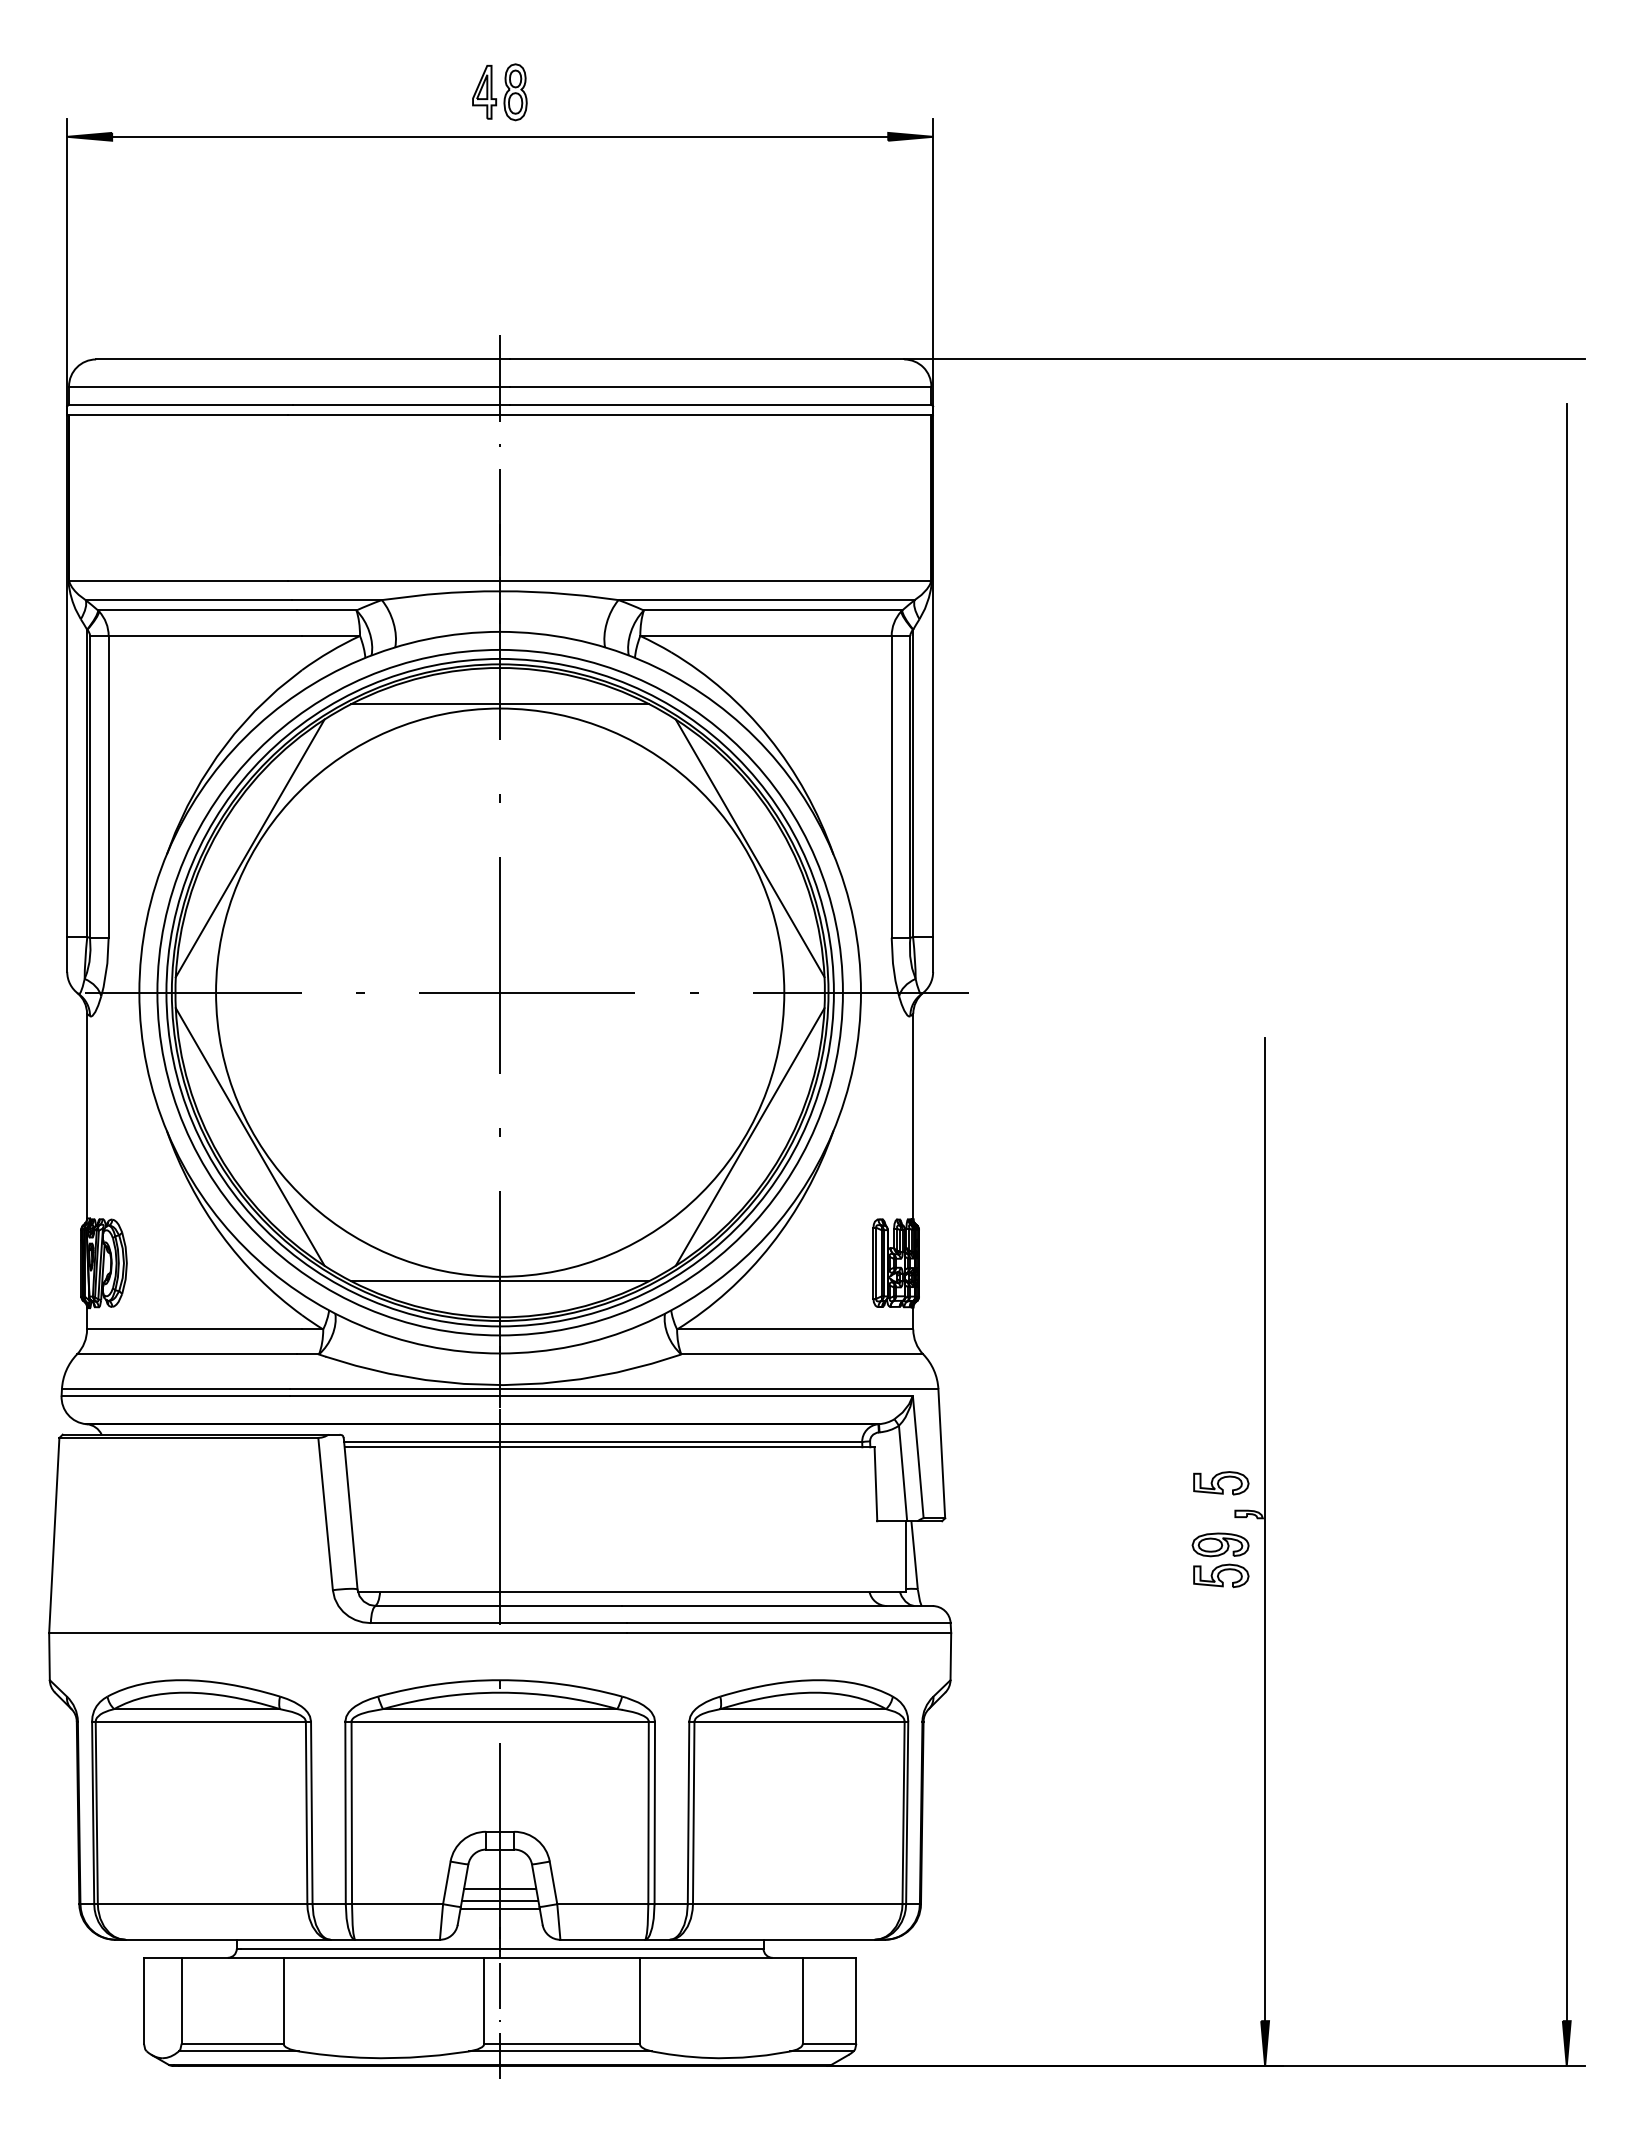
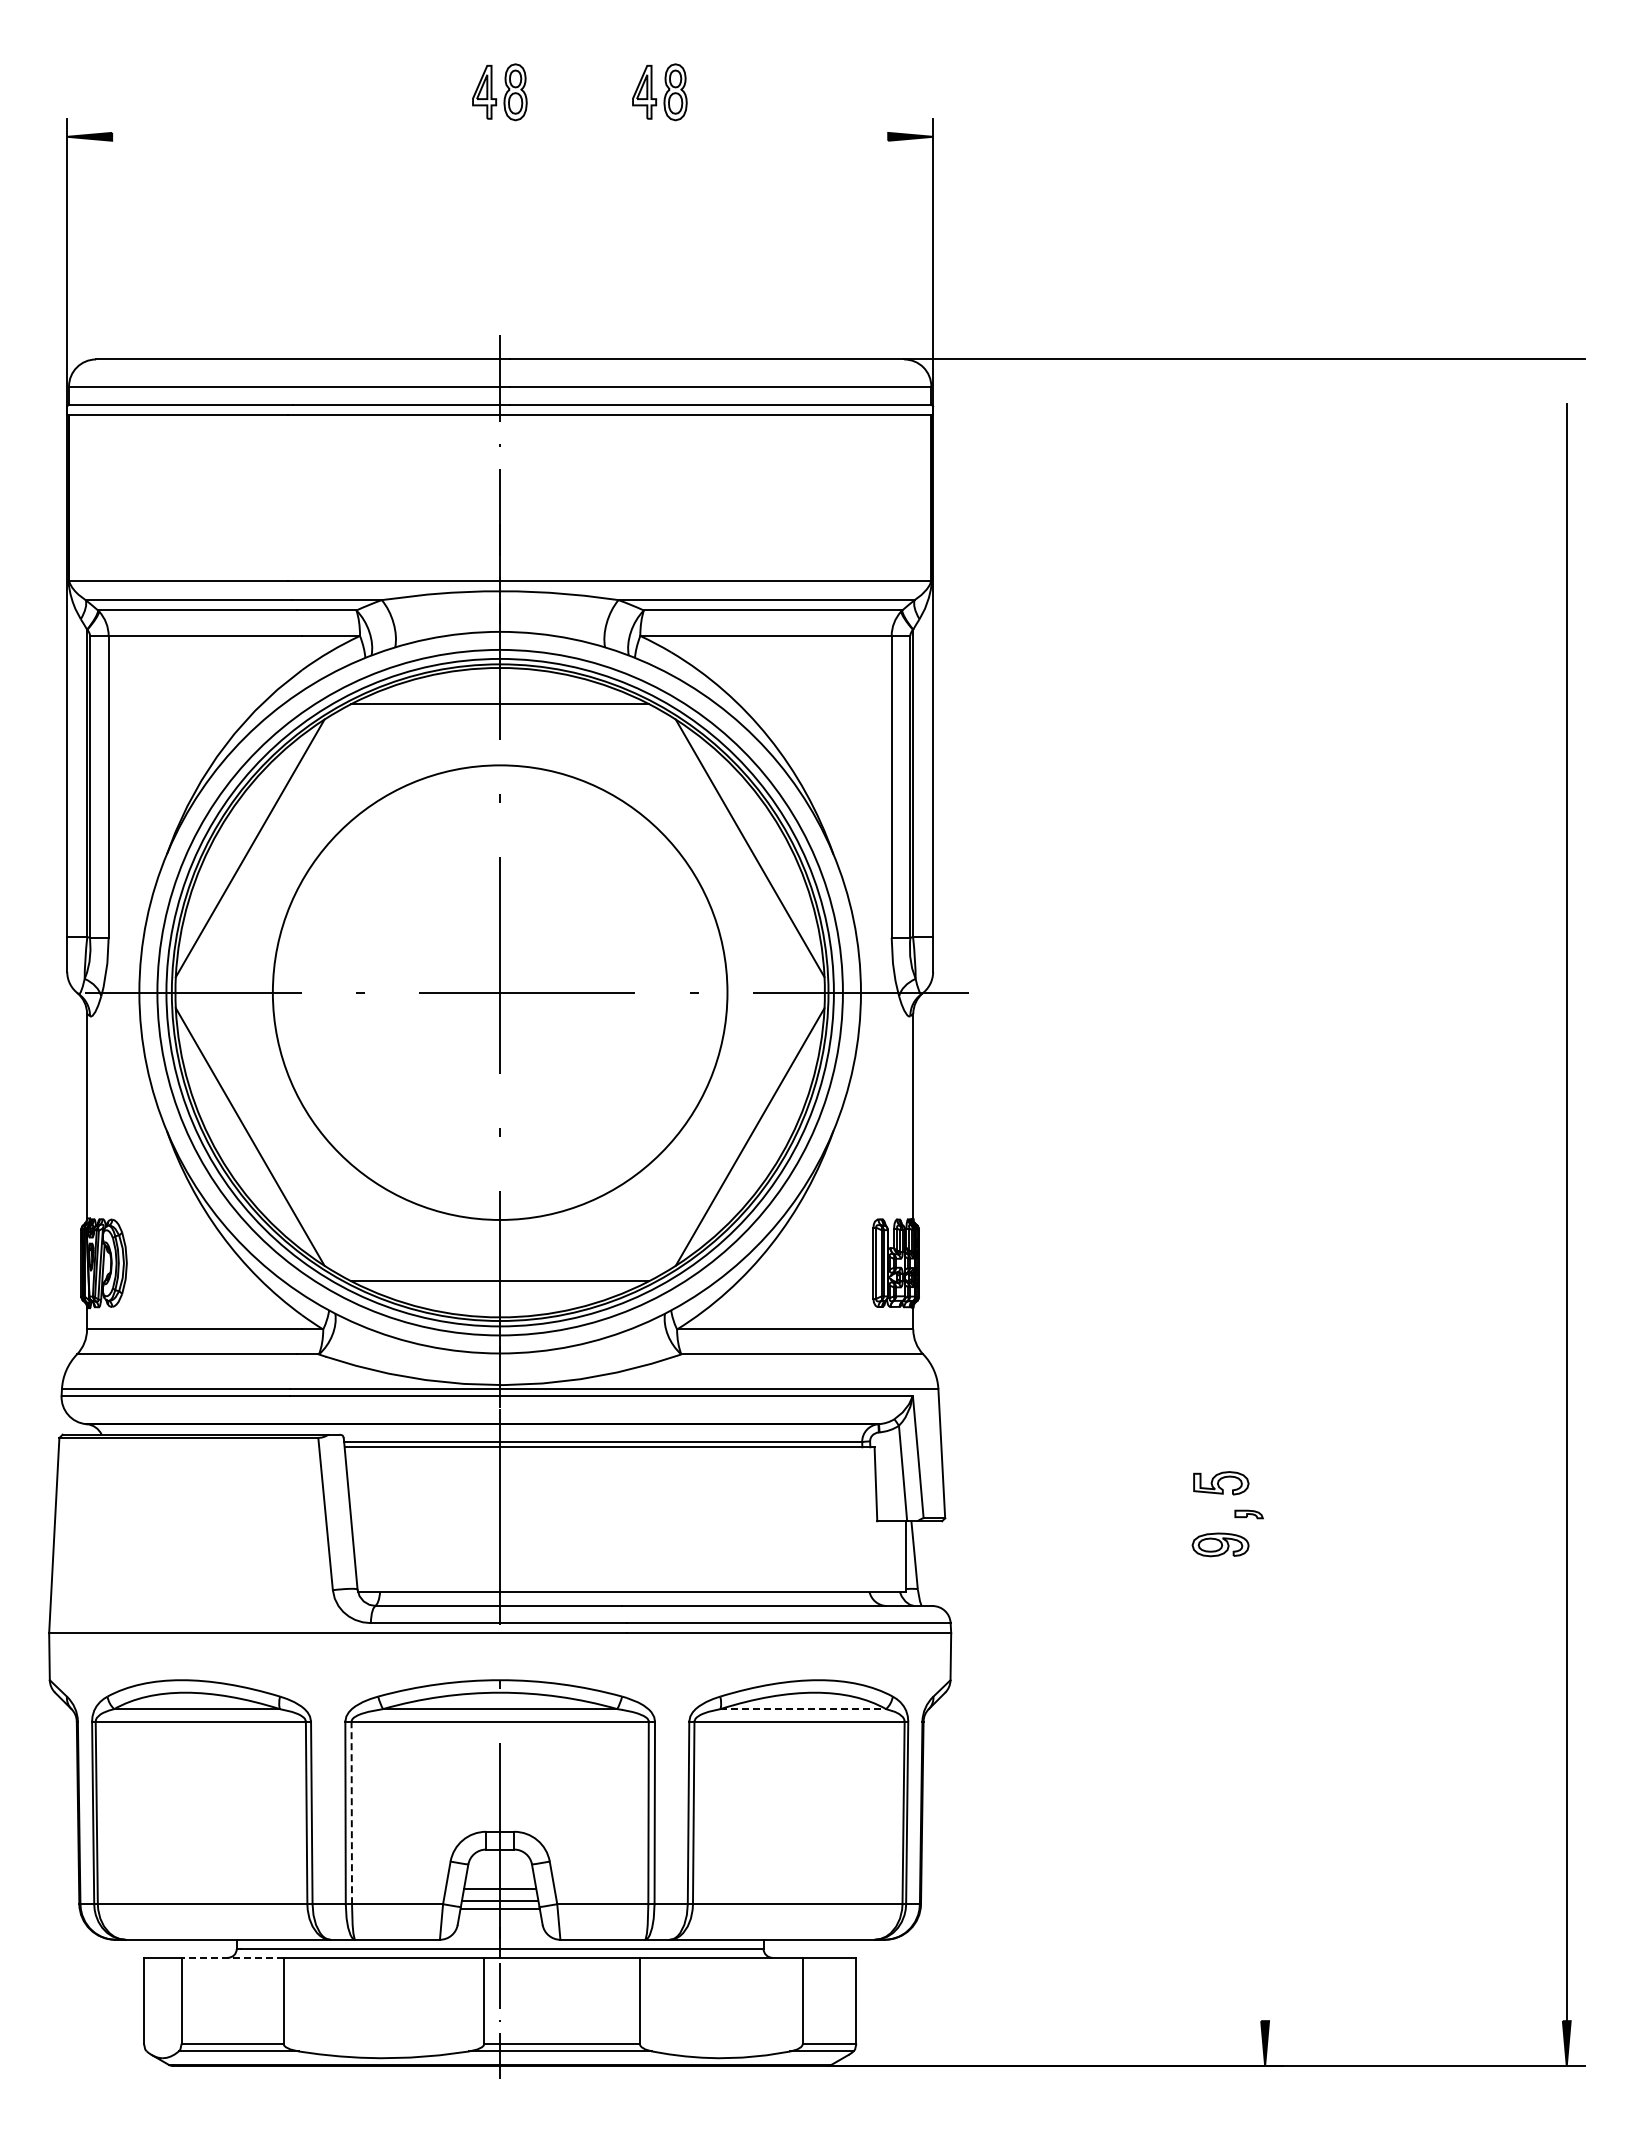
part at (659, 92): none -> present
line at (500, 136): present -> none
circle at (500, 992) diameter: 568 px -> 455 px
line at (1265, 1529): present -> none
part at (1221, 1575): present -> none
line at (803, 1709): solid -> dashed
line at (351, 1812): solid -> dashed
line at (232, 1957): solid -> dashed
